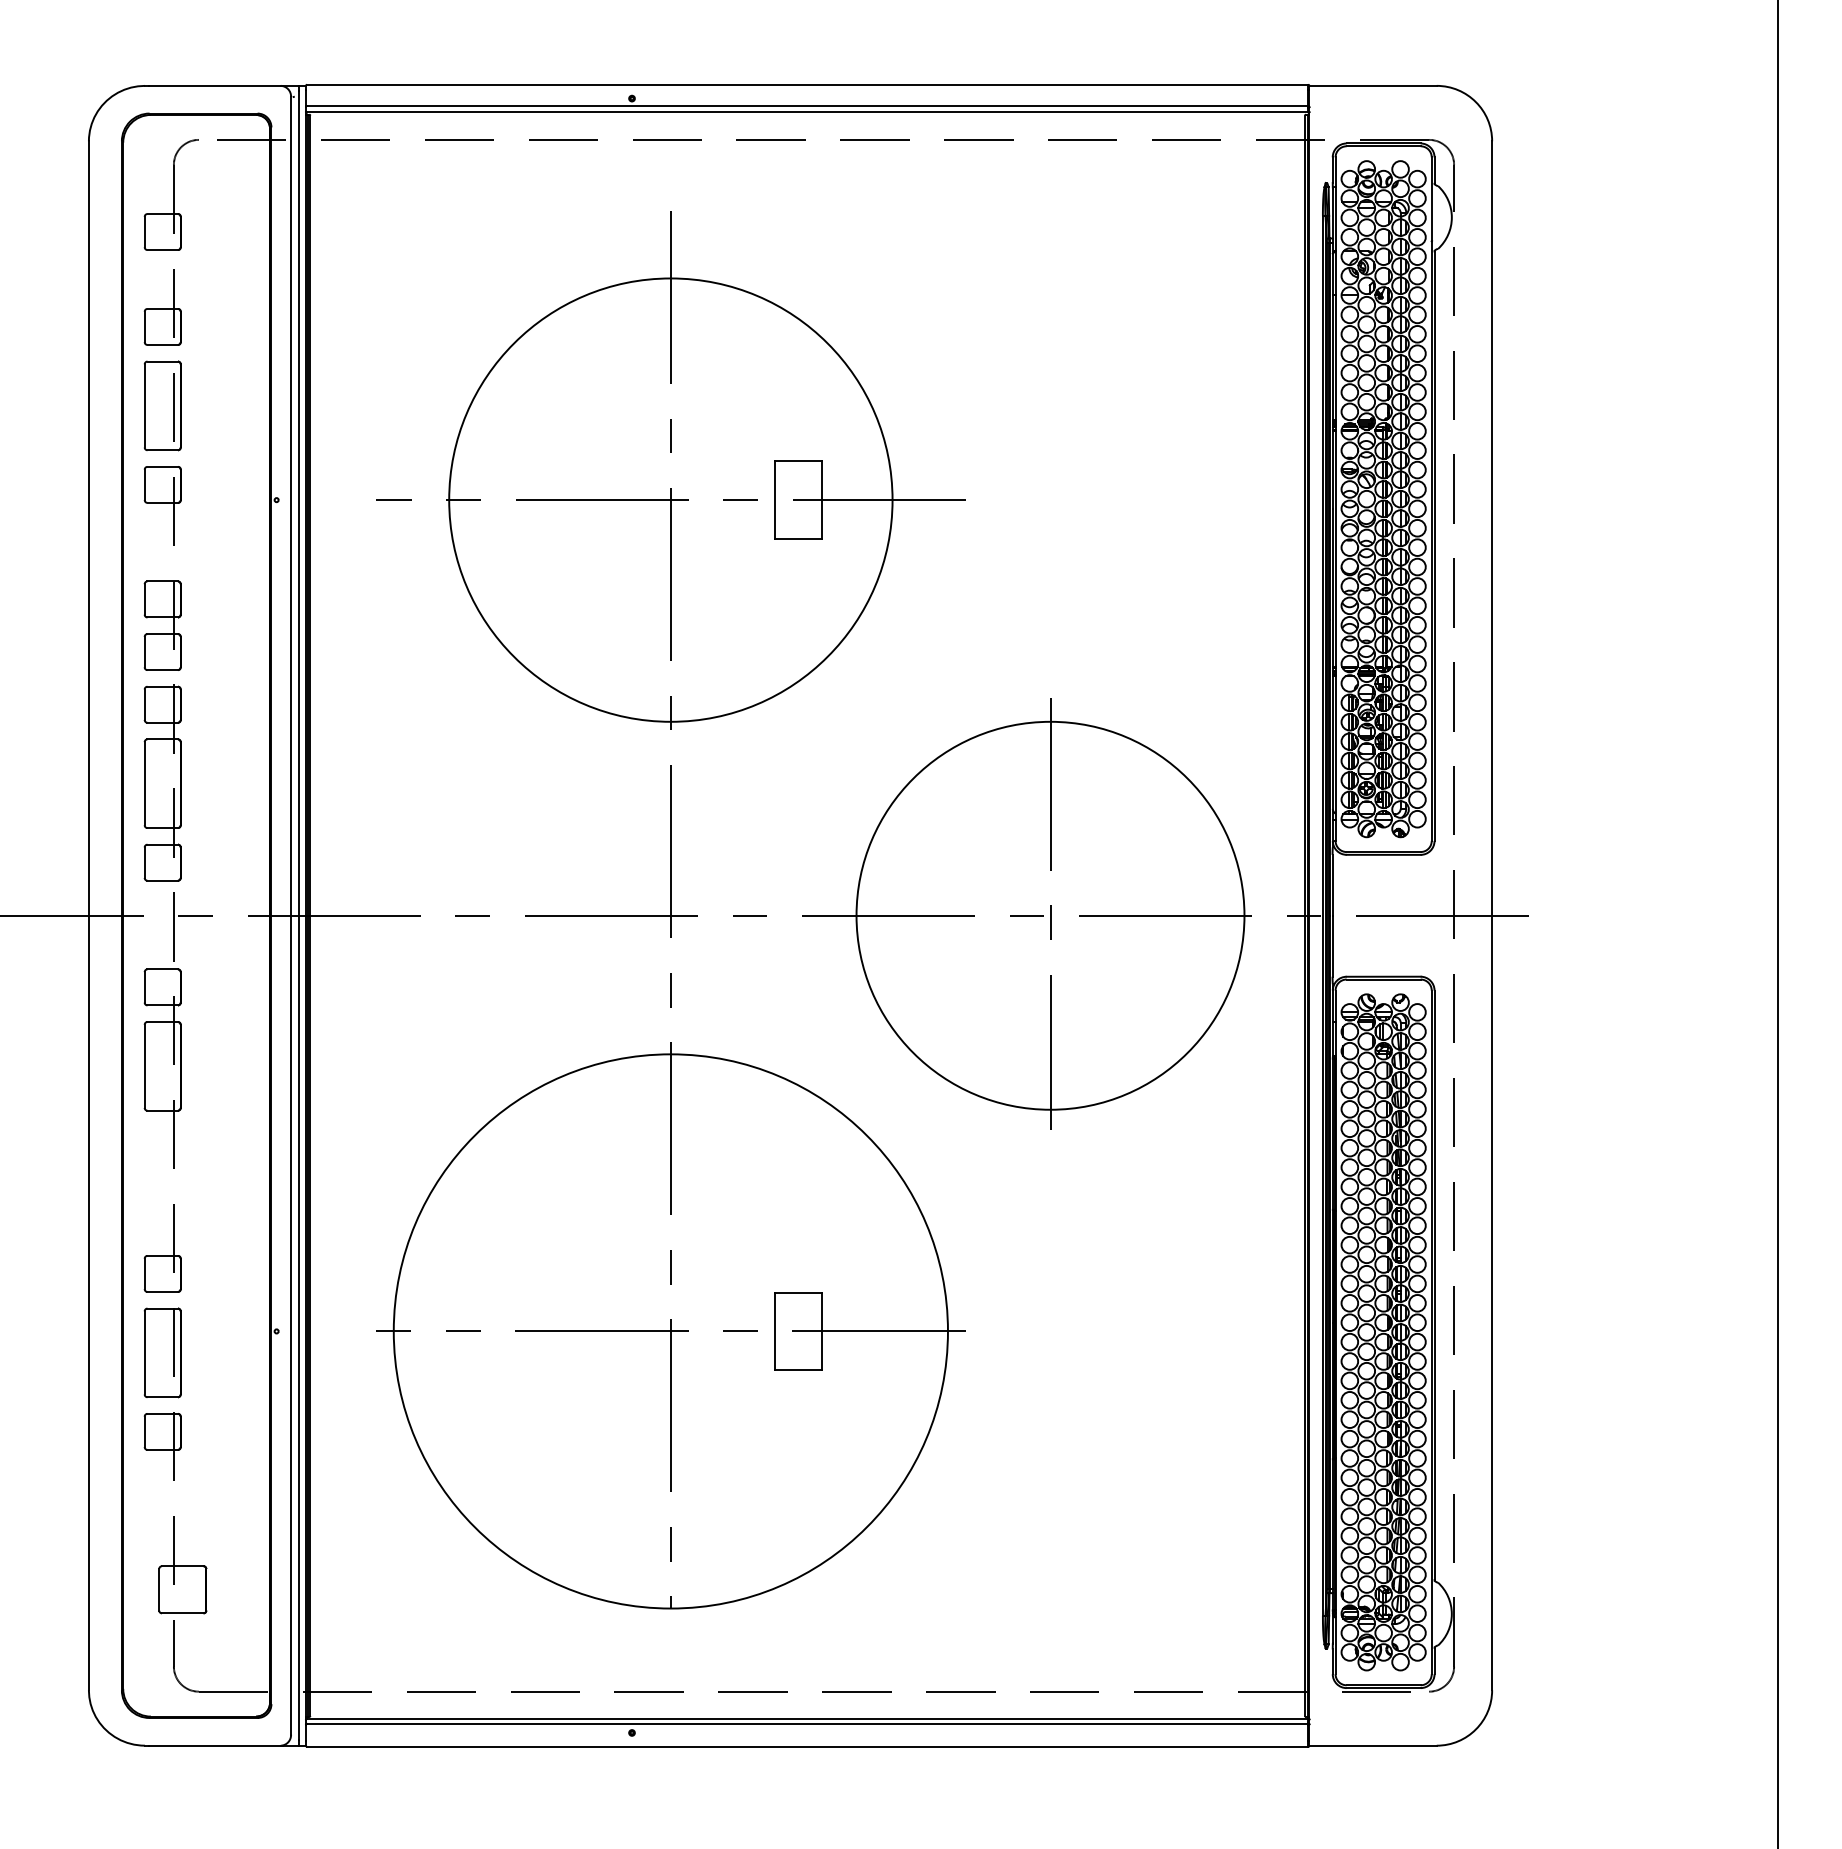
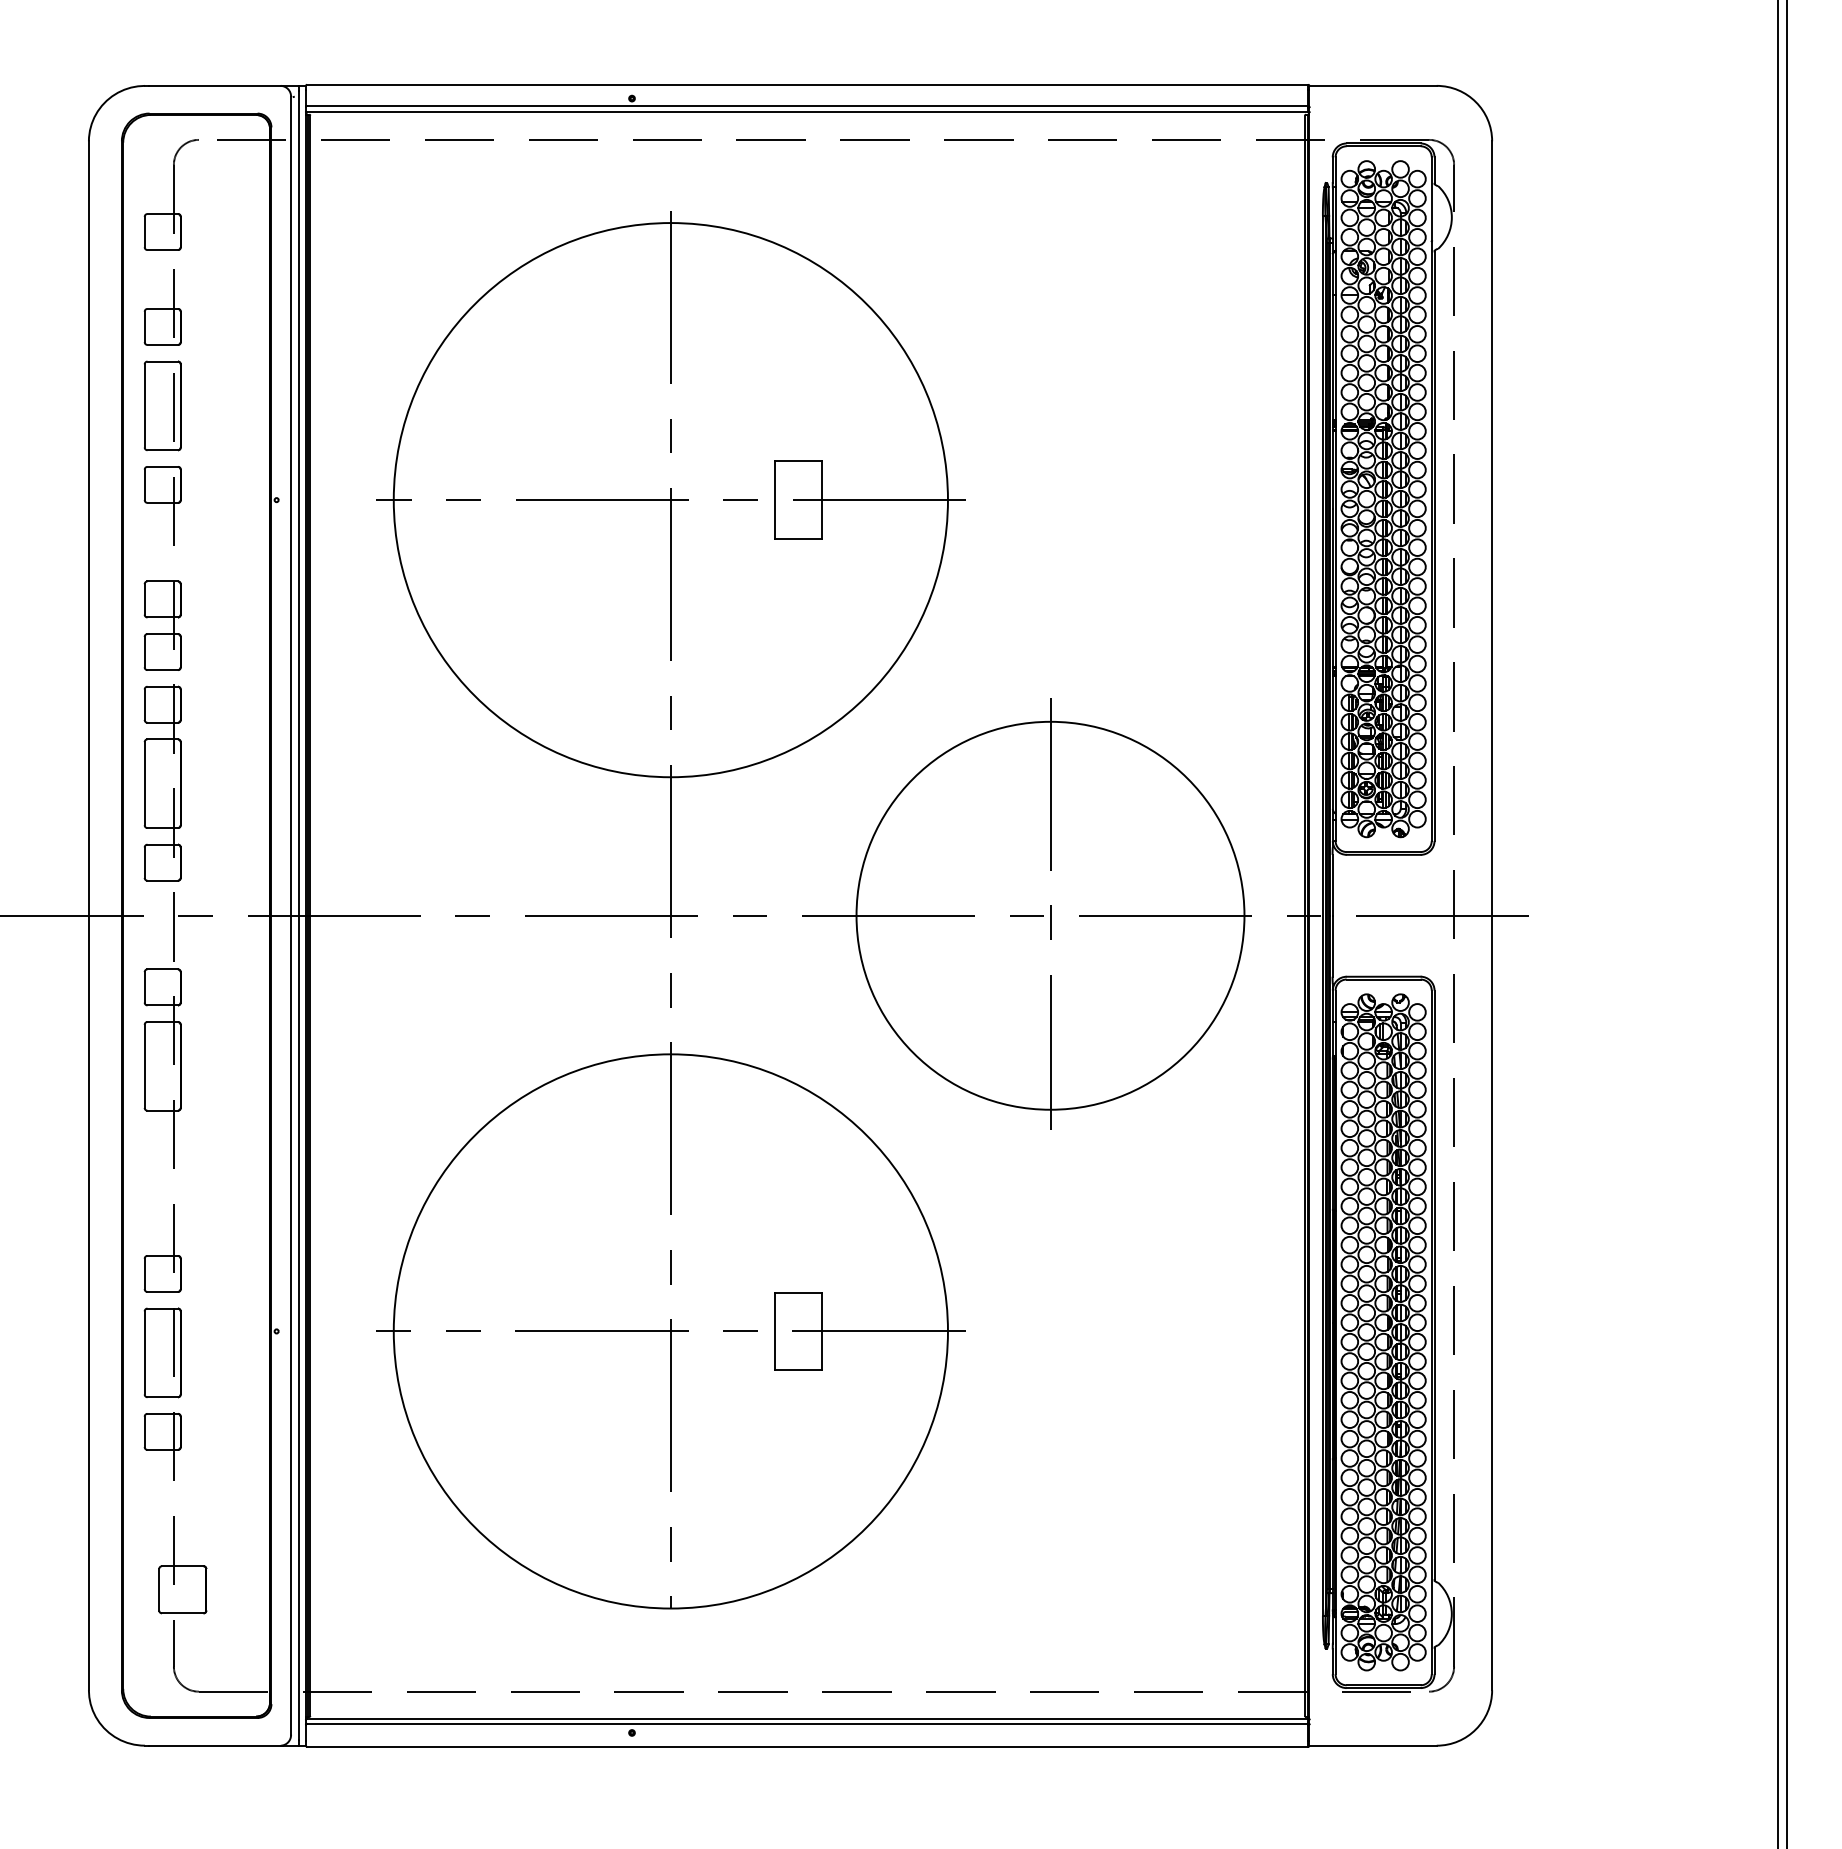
circle at (670, 499) diameter: 443 px -> 554 px
line at (1786, 923): none -> present
